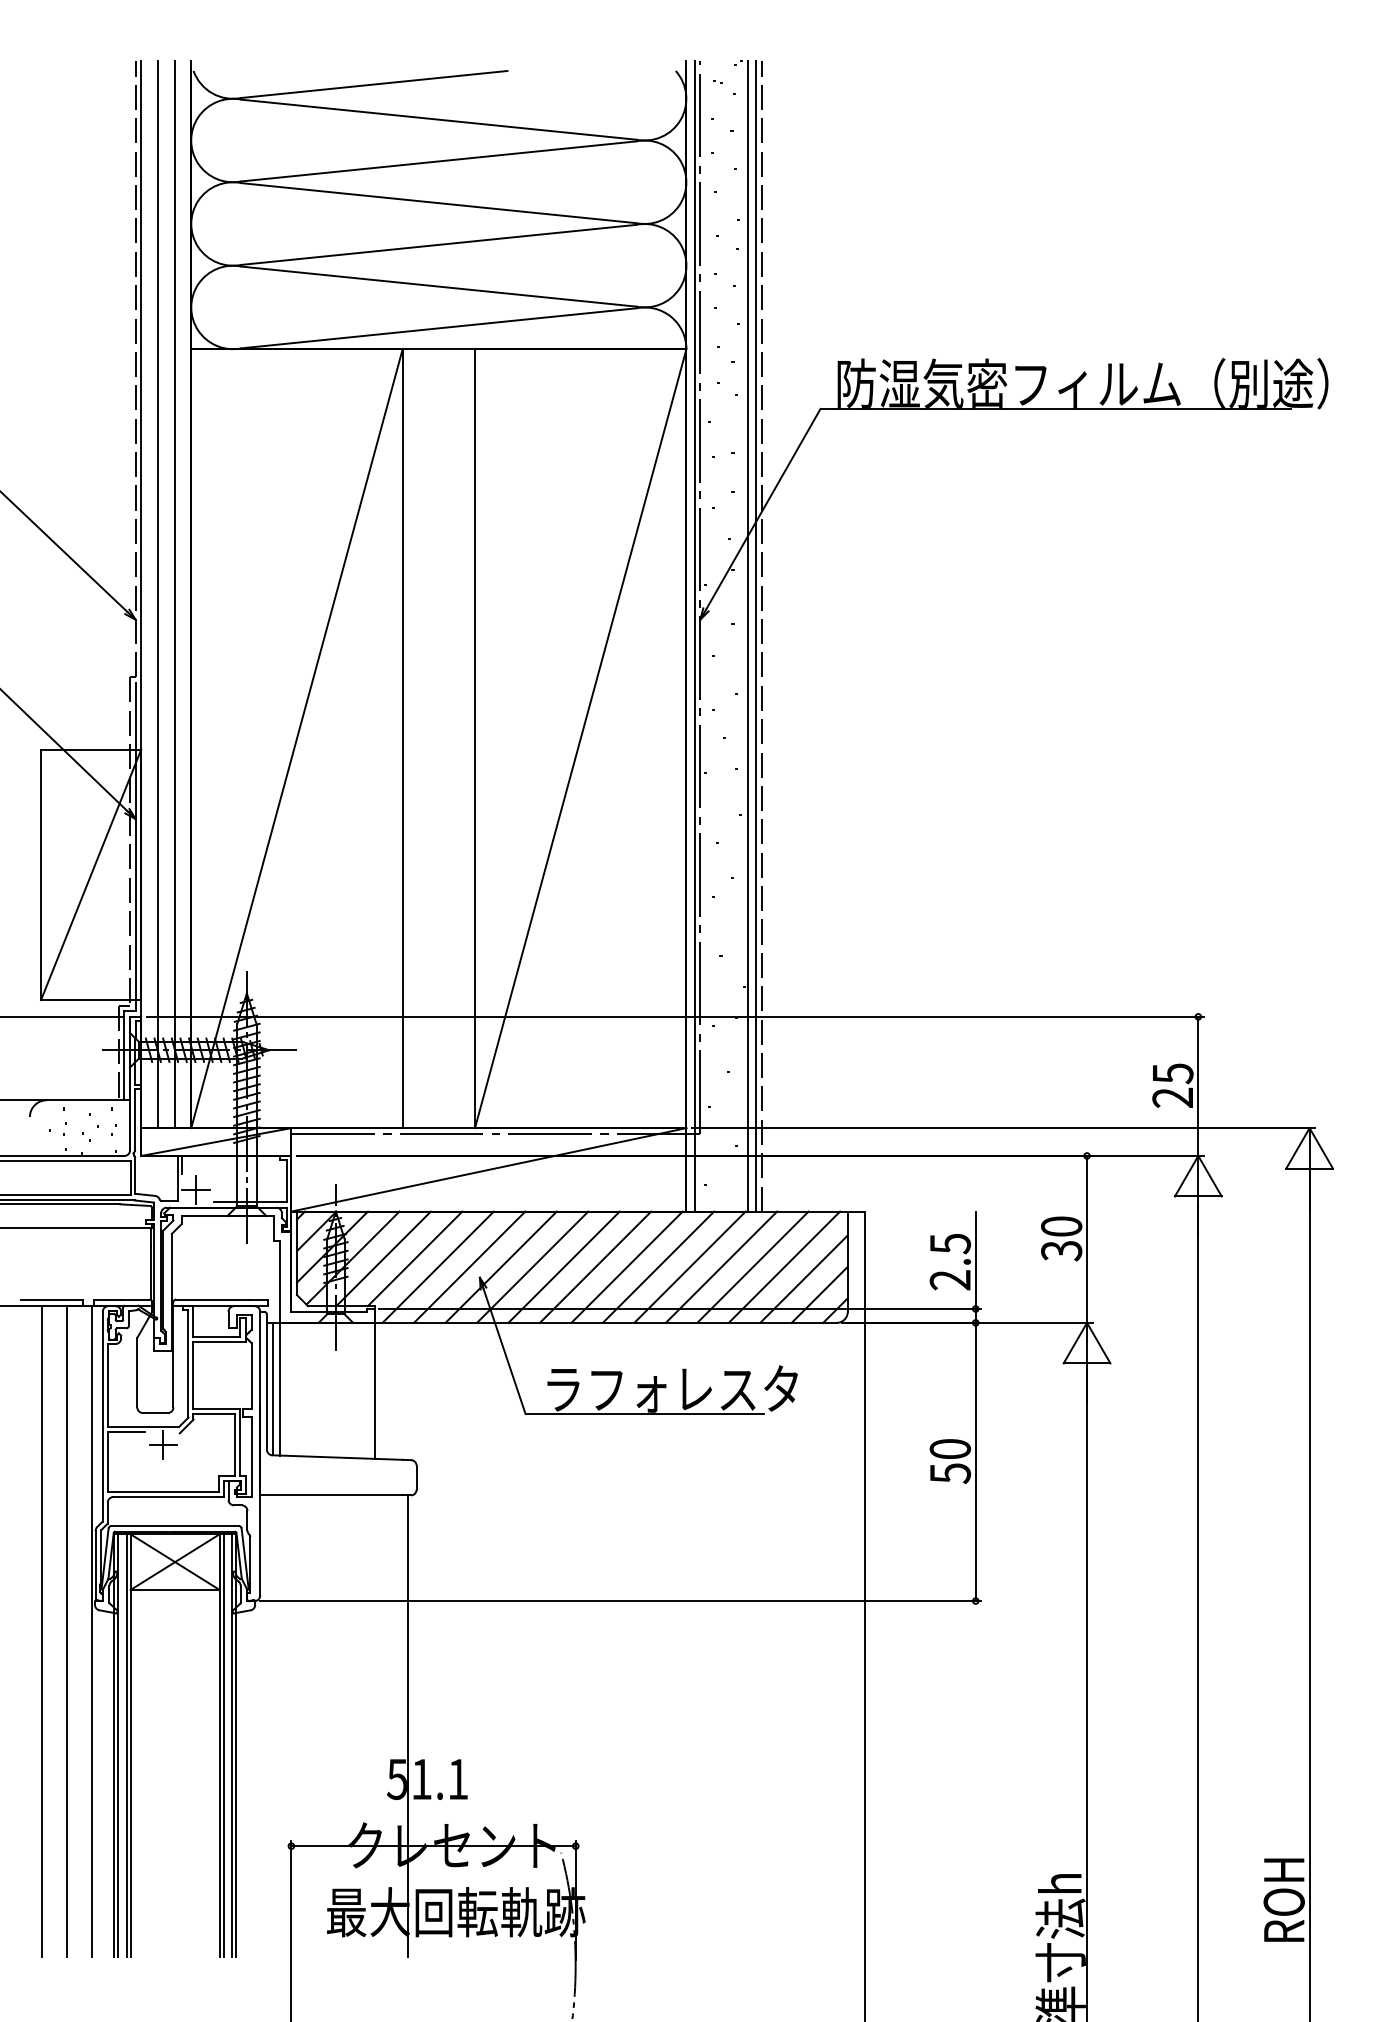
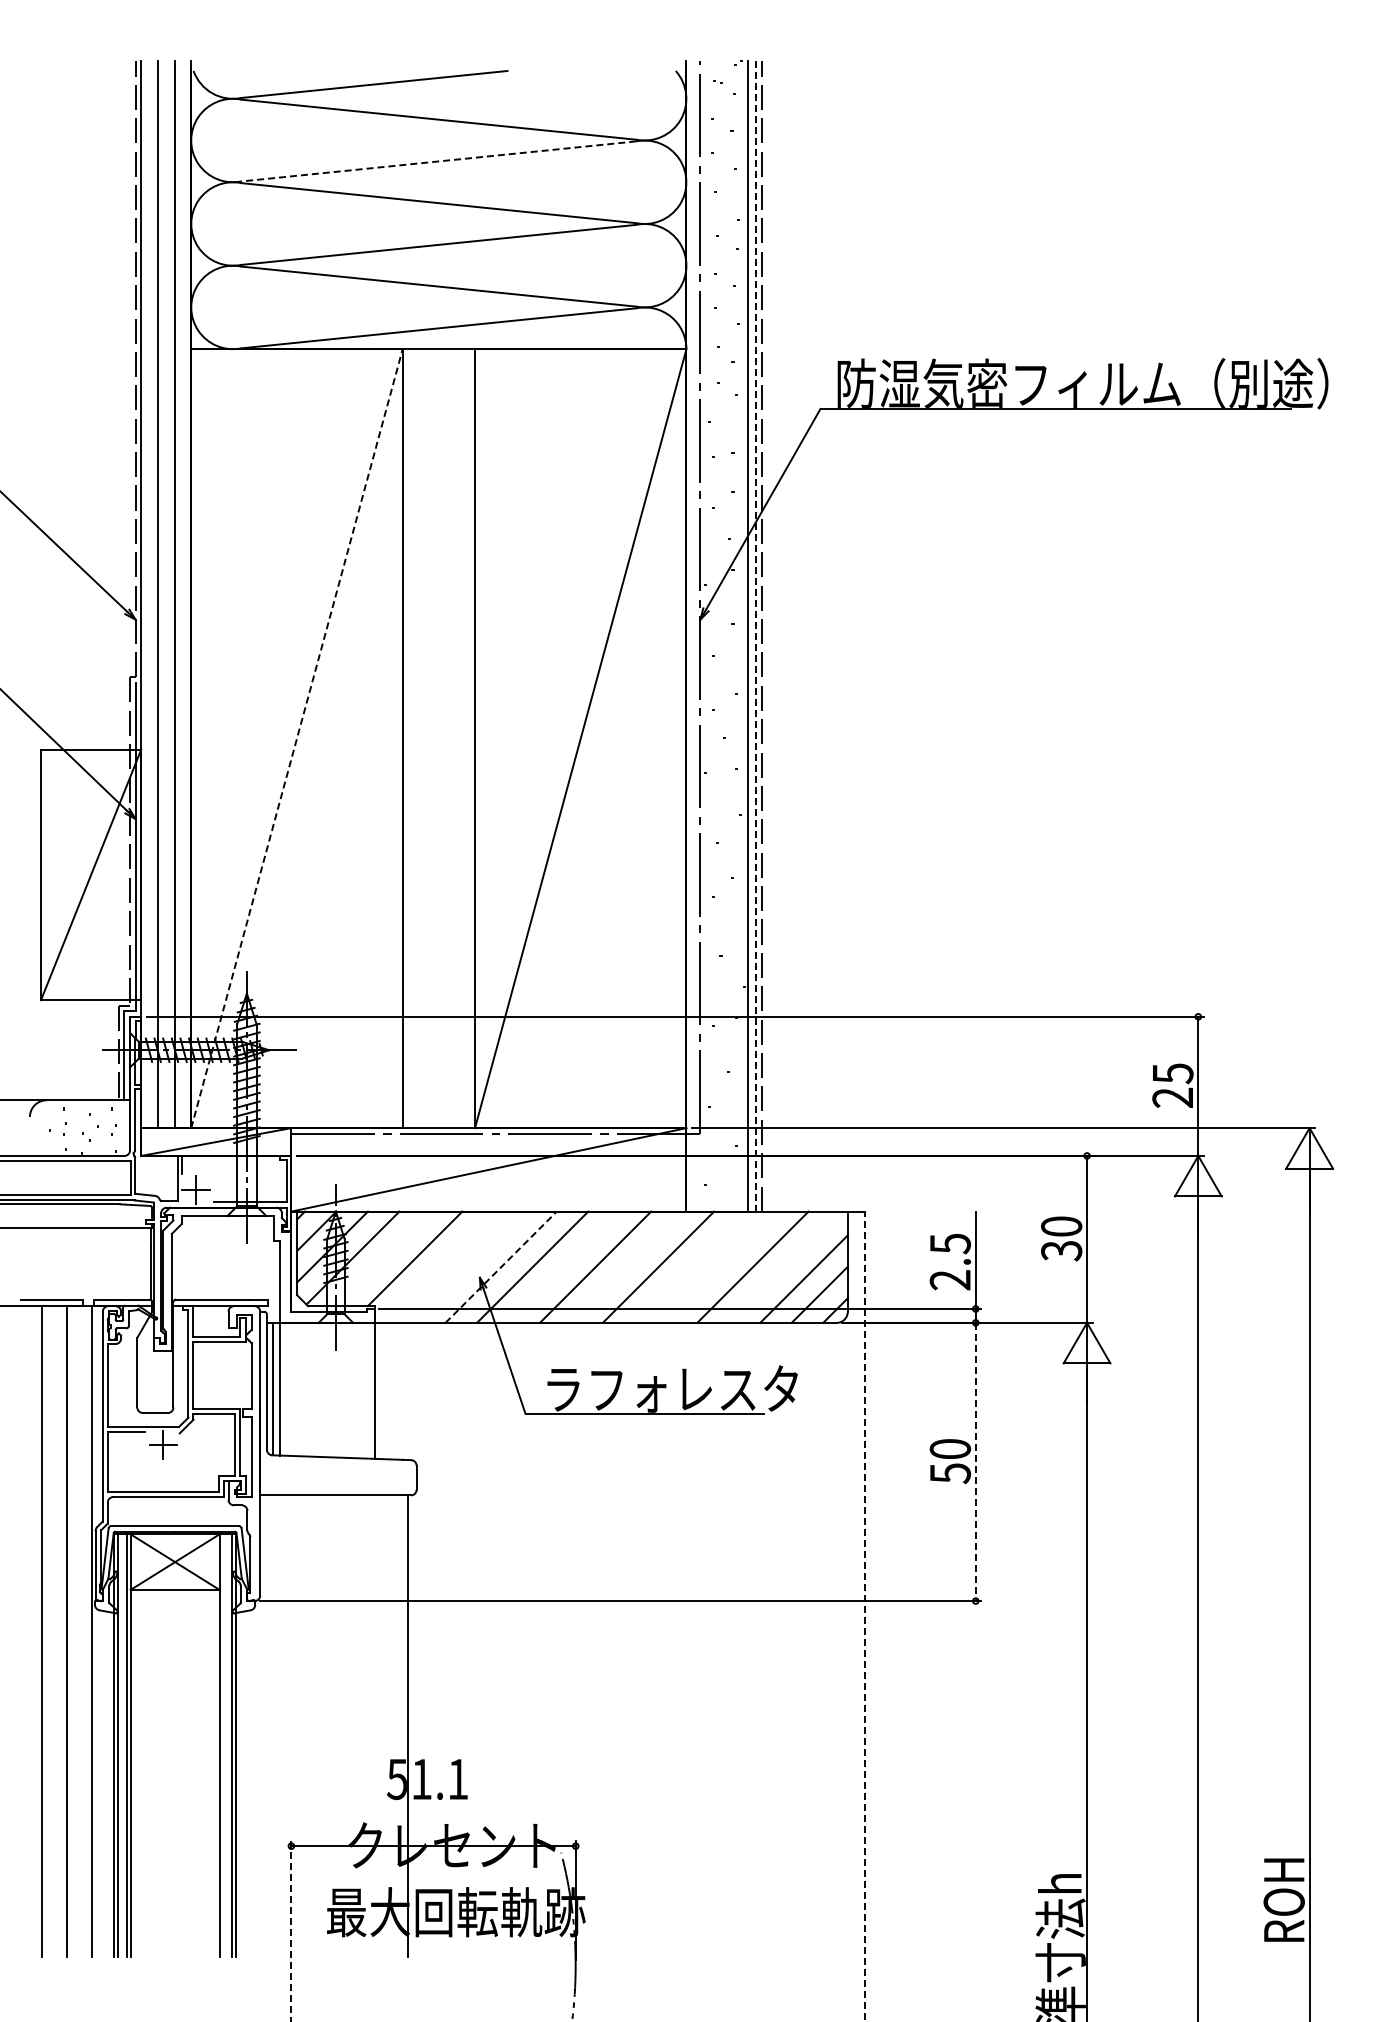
line at (438, 161): solid -> dashed
line at (694, 635): present -> none
line at (756, 636): solid -> dashed
line at (296, 738): solid -> dashed
line at (63, 1016): present -> none
line at (383, 1258): present -> none
line at (437, 1266): present -> none
line at (469, 1266): present -> none
line at (563, 1266): present -> none
line at (626, 1266): present -> none
line at (689, 1266): present -> none
line at (721, 1266): present -> none
line at (784, 1266): present -> none
line at (501, 1267): solid -> dashed
line at (975, 1462): solid -> dashed
line at (864, 1616): solid -> dashed
line at (223, 1745): present -> none
line at (291, 1930): solid -> dashed
